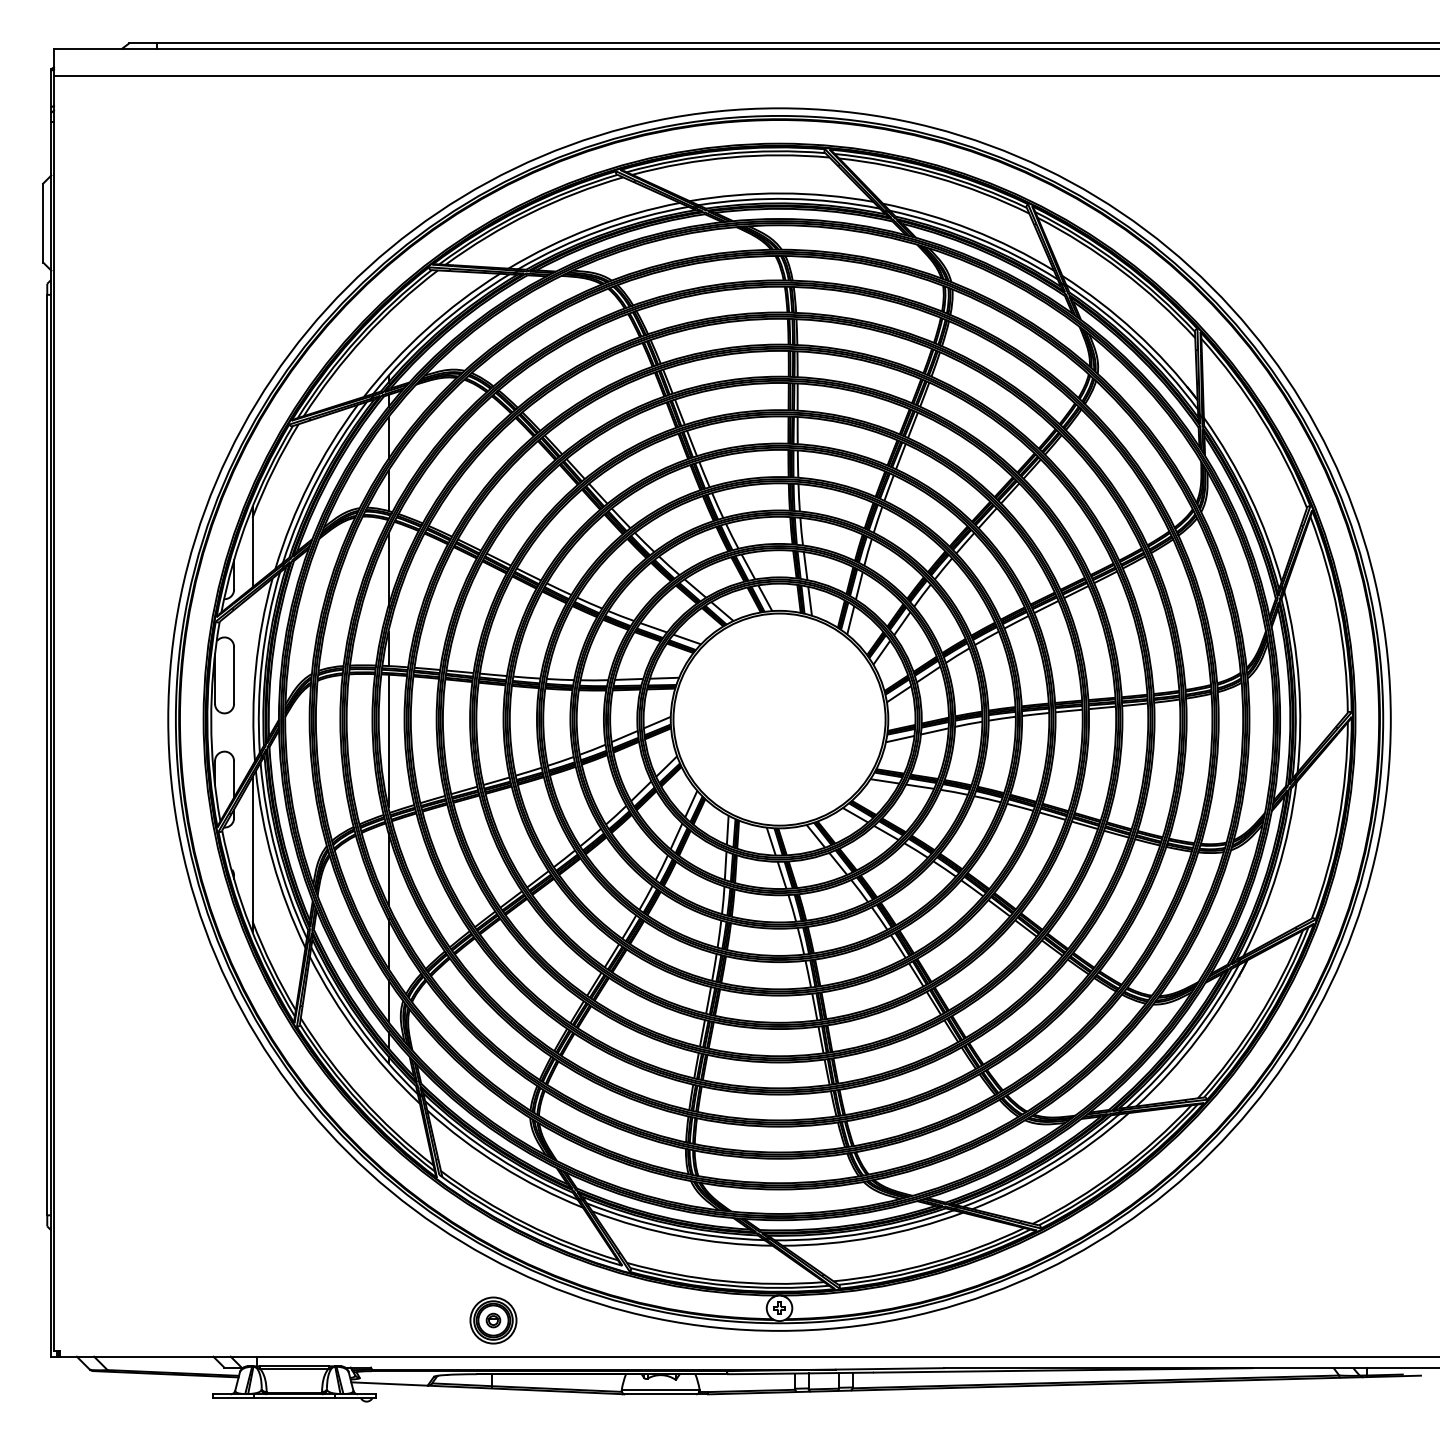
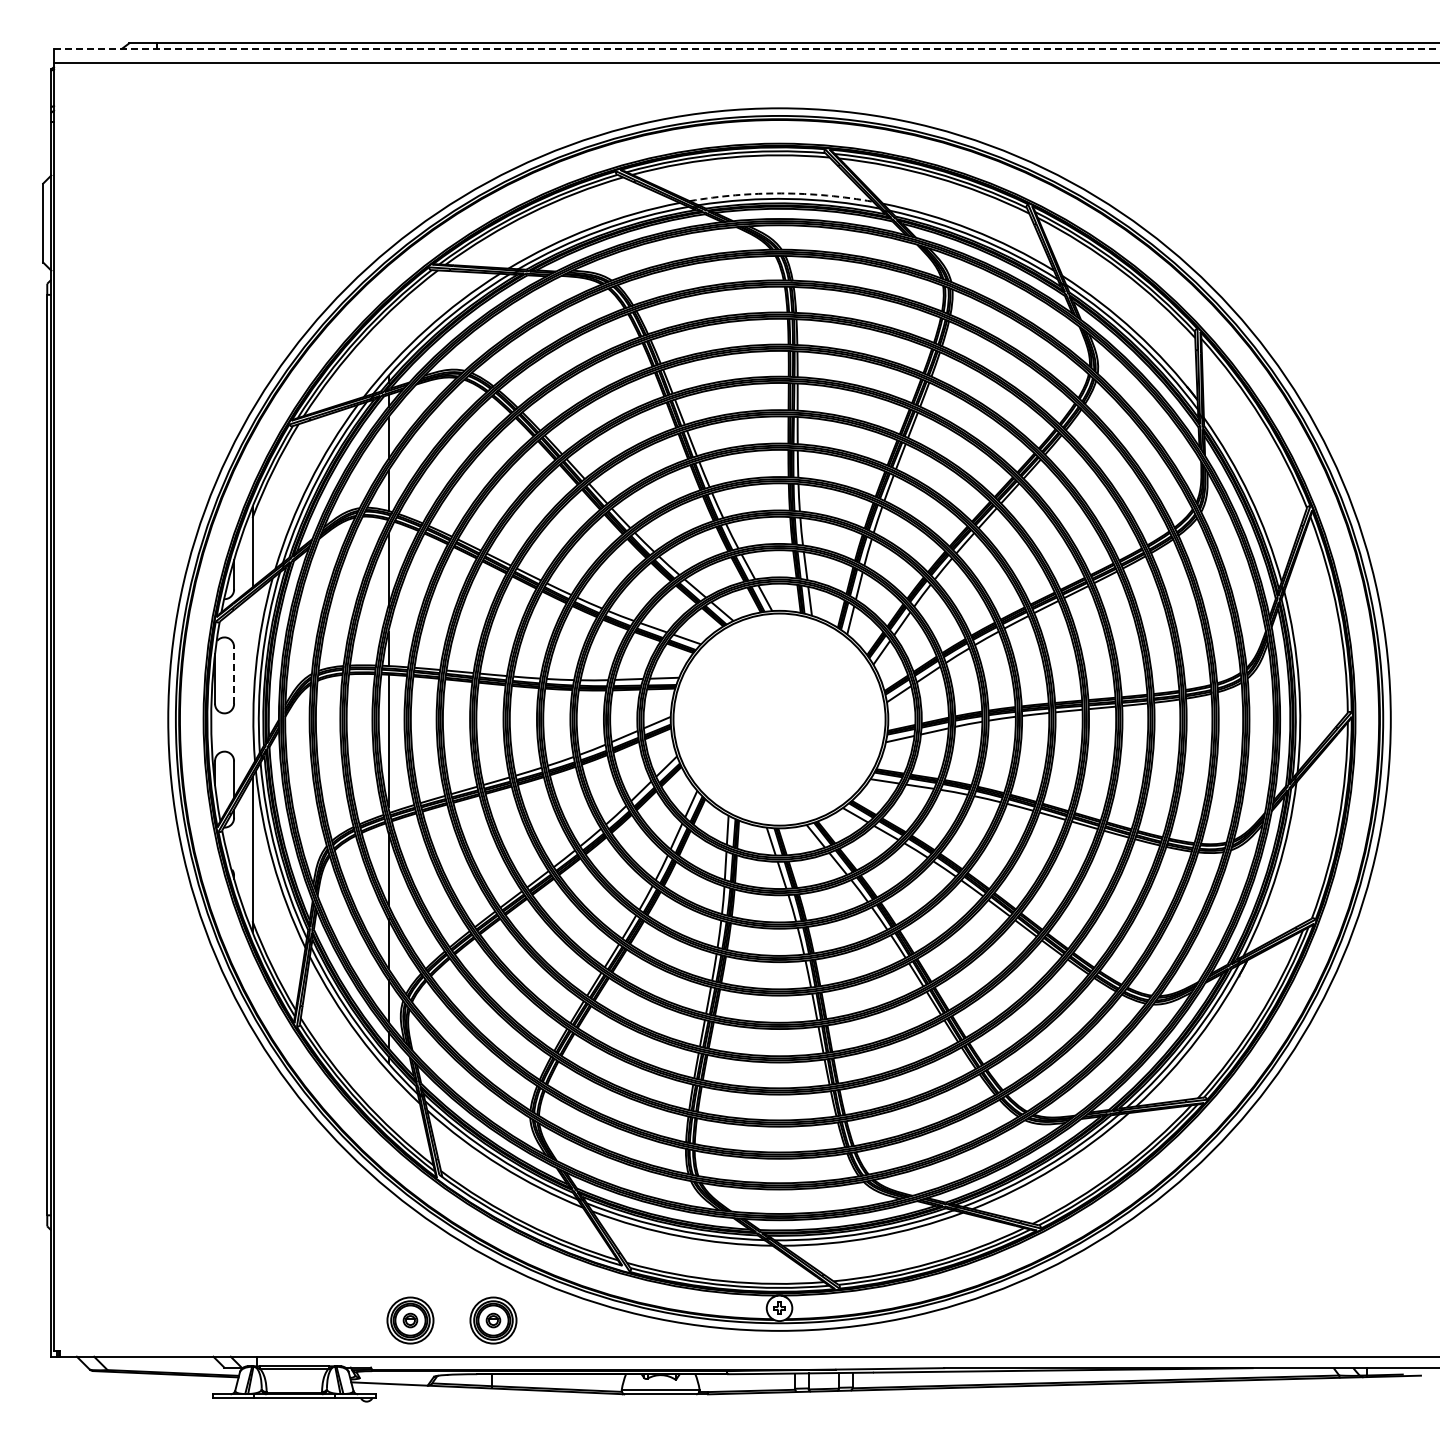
line at (746, 48): solid -> dashed
line at (745, 75) position: (745, 75) -> (745, 62)
arc at (781, 193): solid -> dashed
line at (234, 674): solid -> dashed
part at (410, 1320): none -> present
